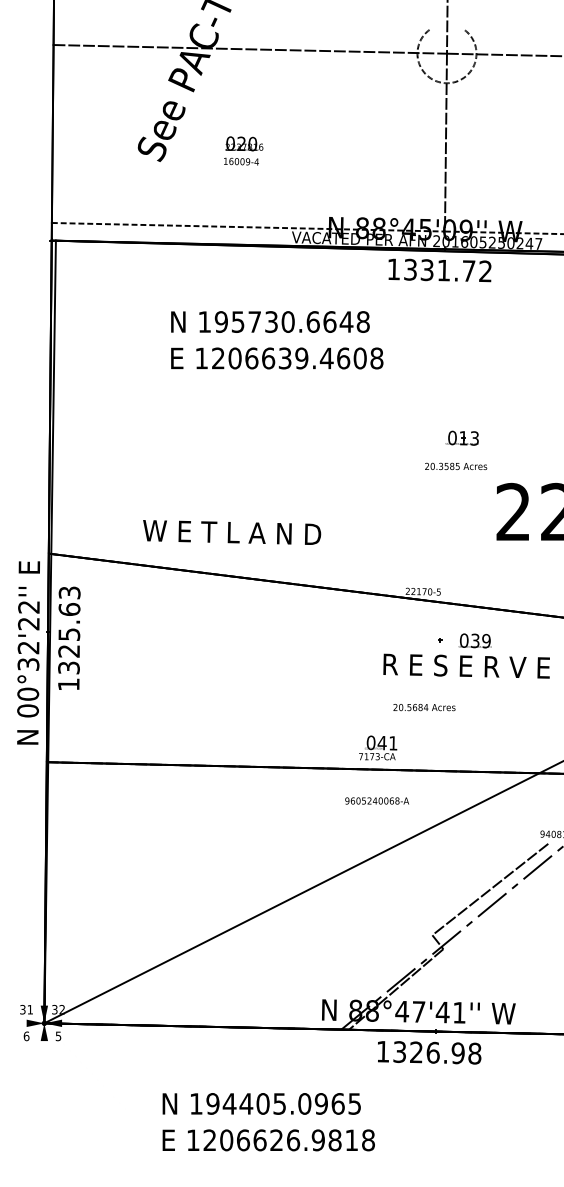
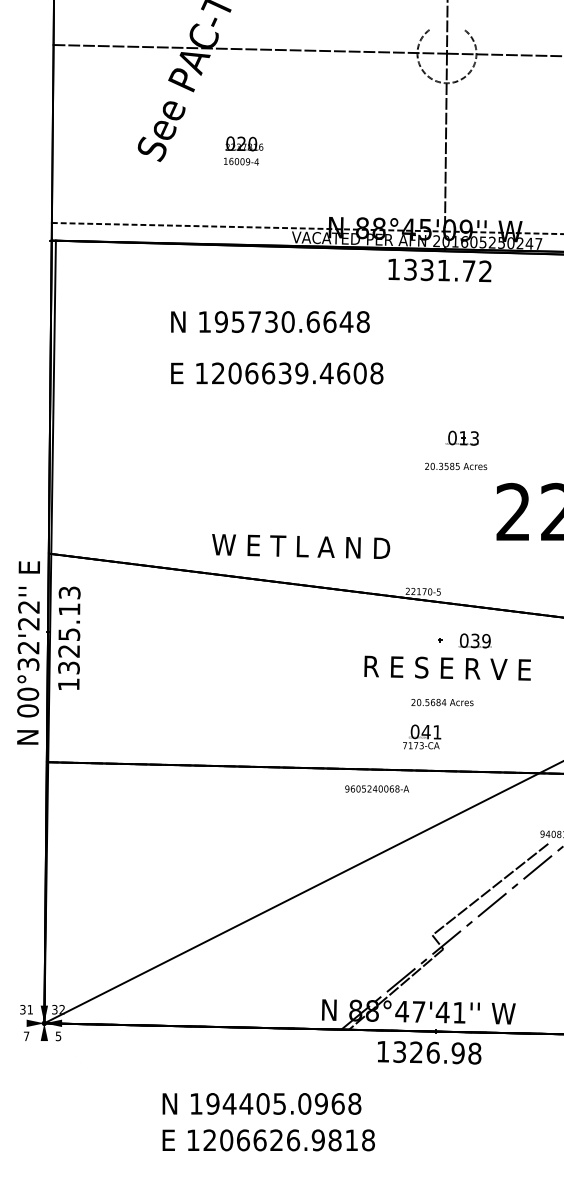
text at (277, 358) position: (277, 358) -> (277, 373)
text at (232, 532) position: (232, 532) -> (301, 546)
text at (69, 609): 1325.63 -> 1325.13
text at (466, 665) position: (466, 665) -> (447, 667)
text at (424, 707) position: (424, 707) -> (442, 702)
text at (378, 747) position: (378, 747) -> (422, 736)
text at (376, 800) position: (376, 800) -> (376, 788)
text at (26, 1036): 6 -> 7
text at (354, 1103): 194405.0965 -> 194405.0968
